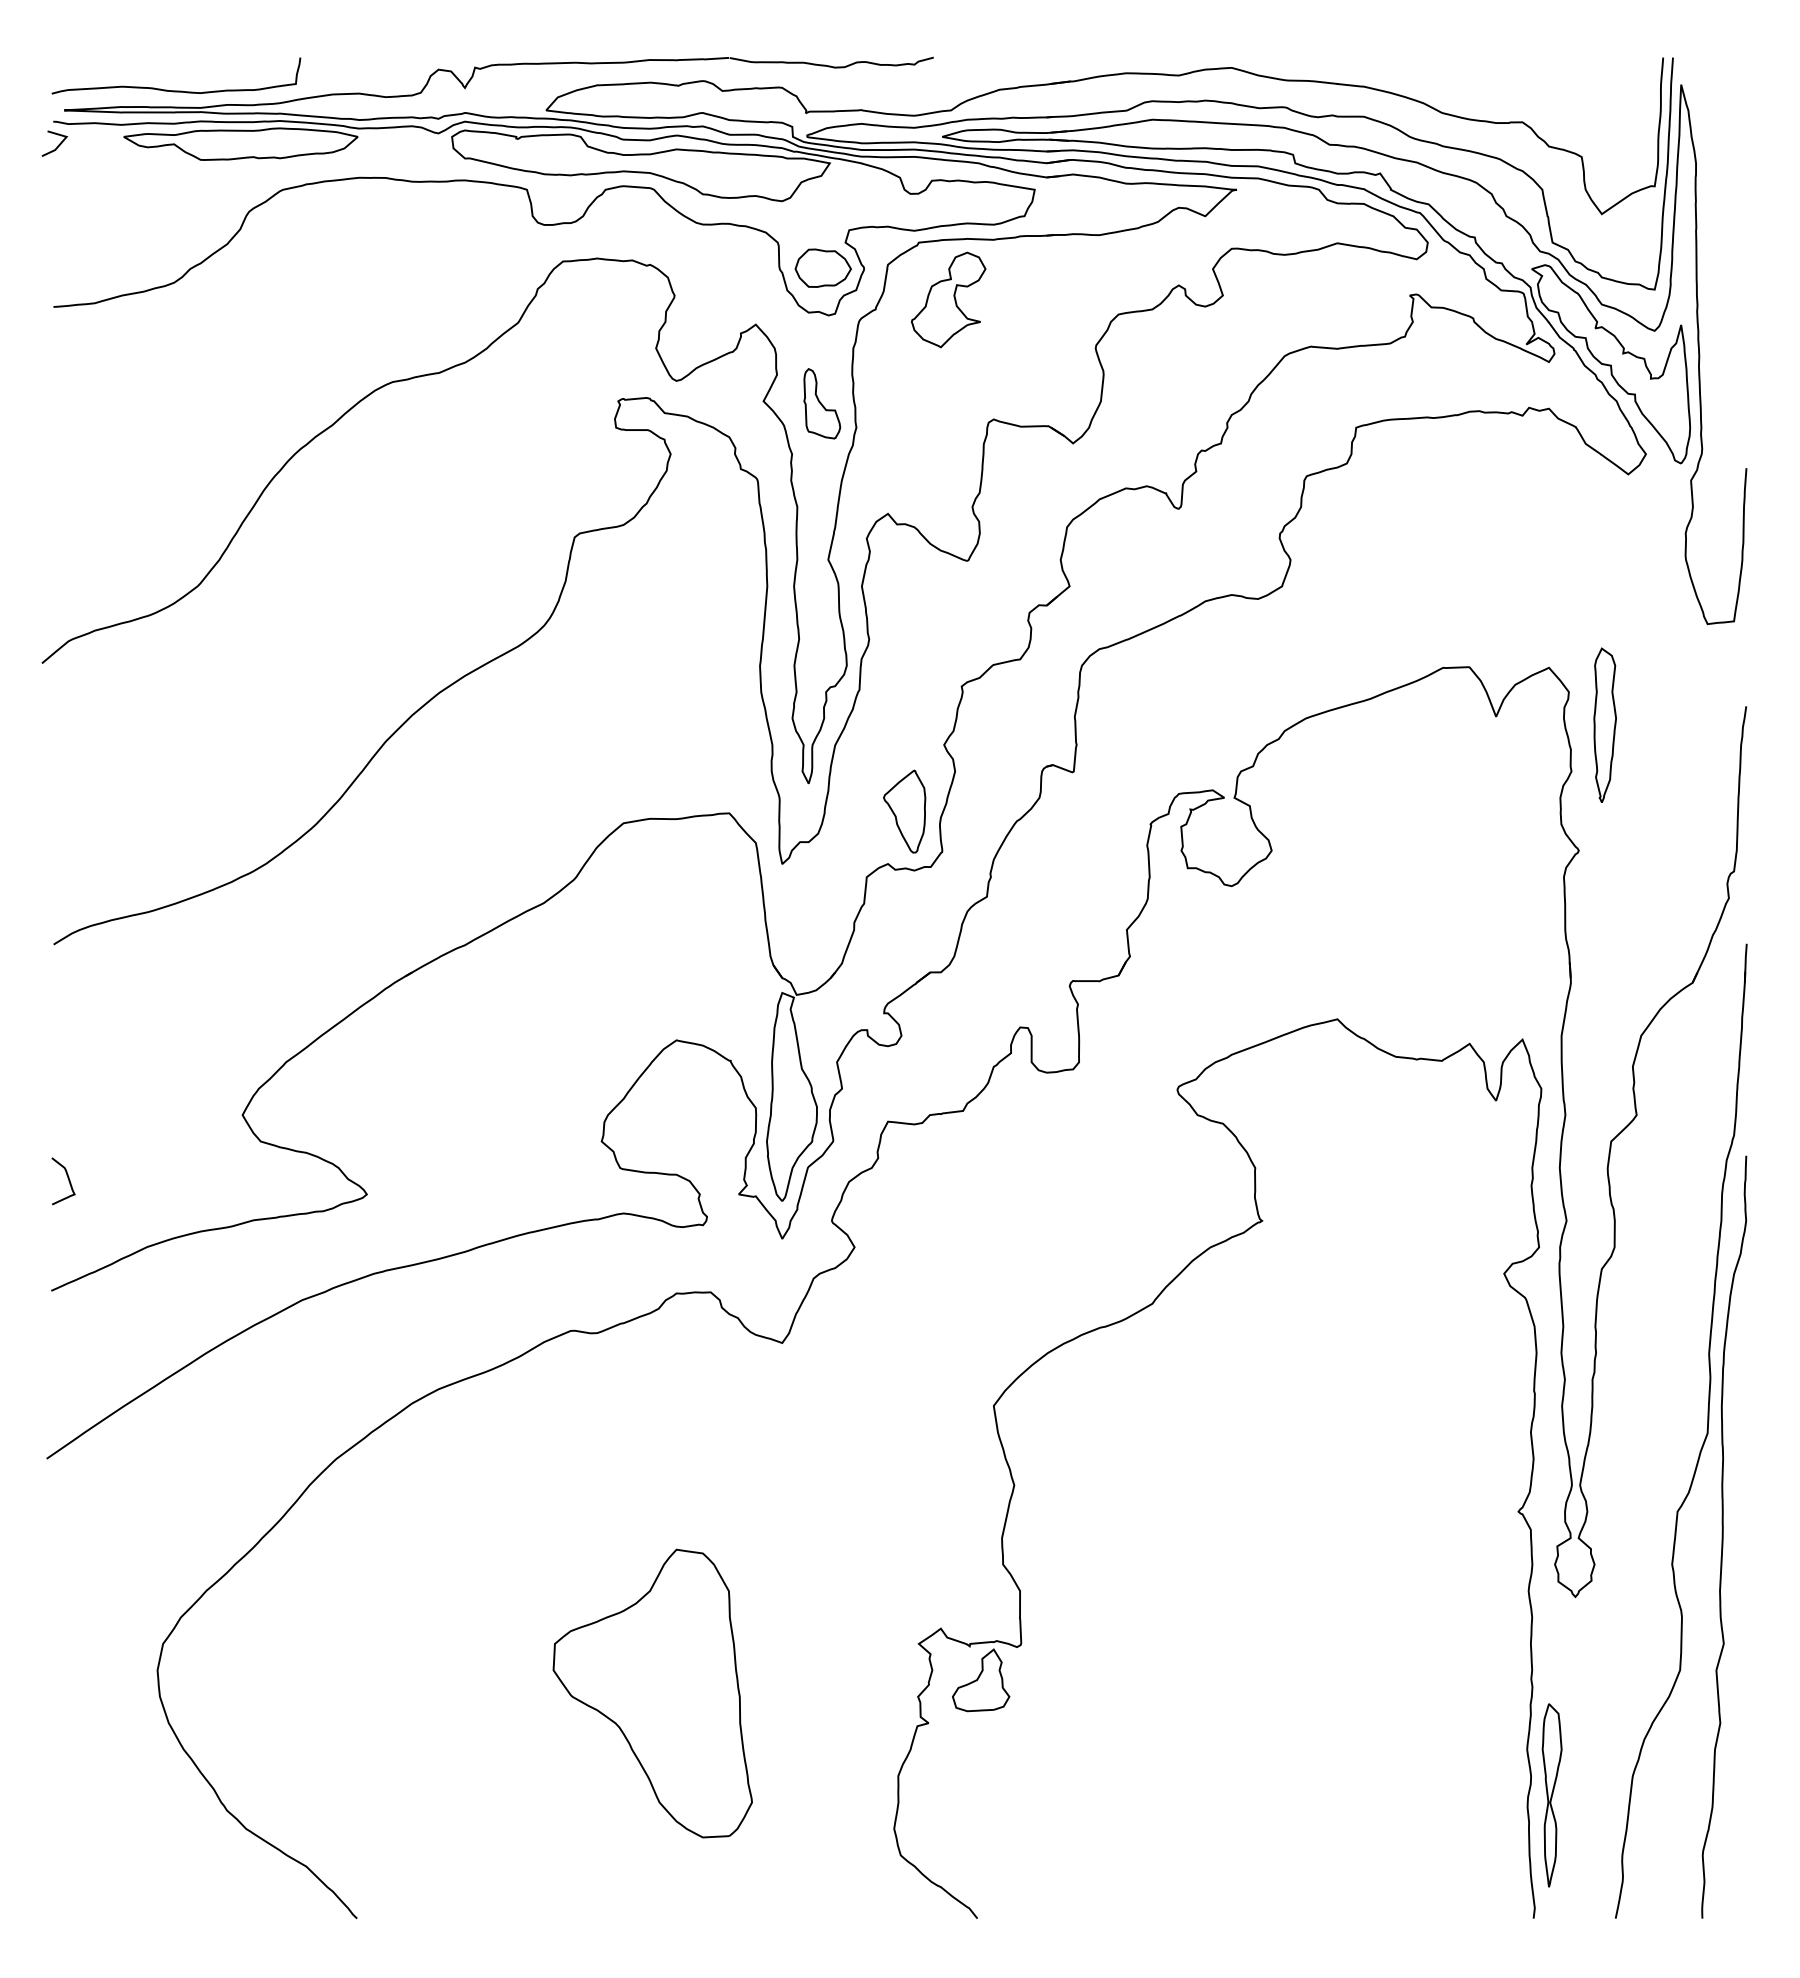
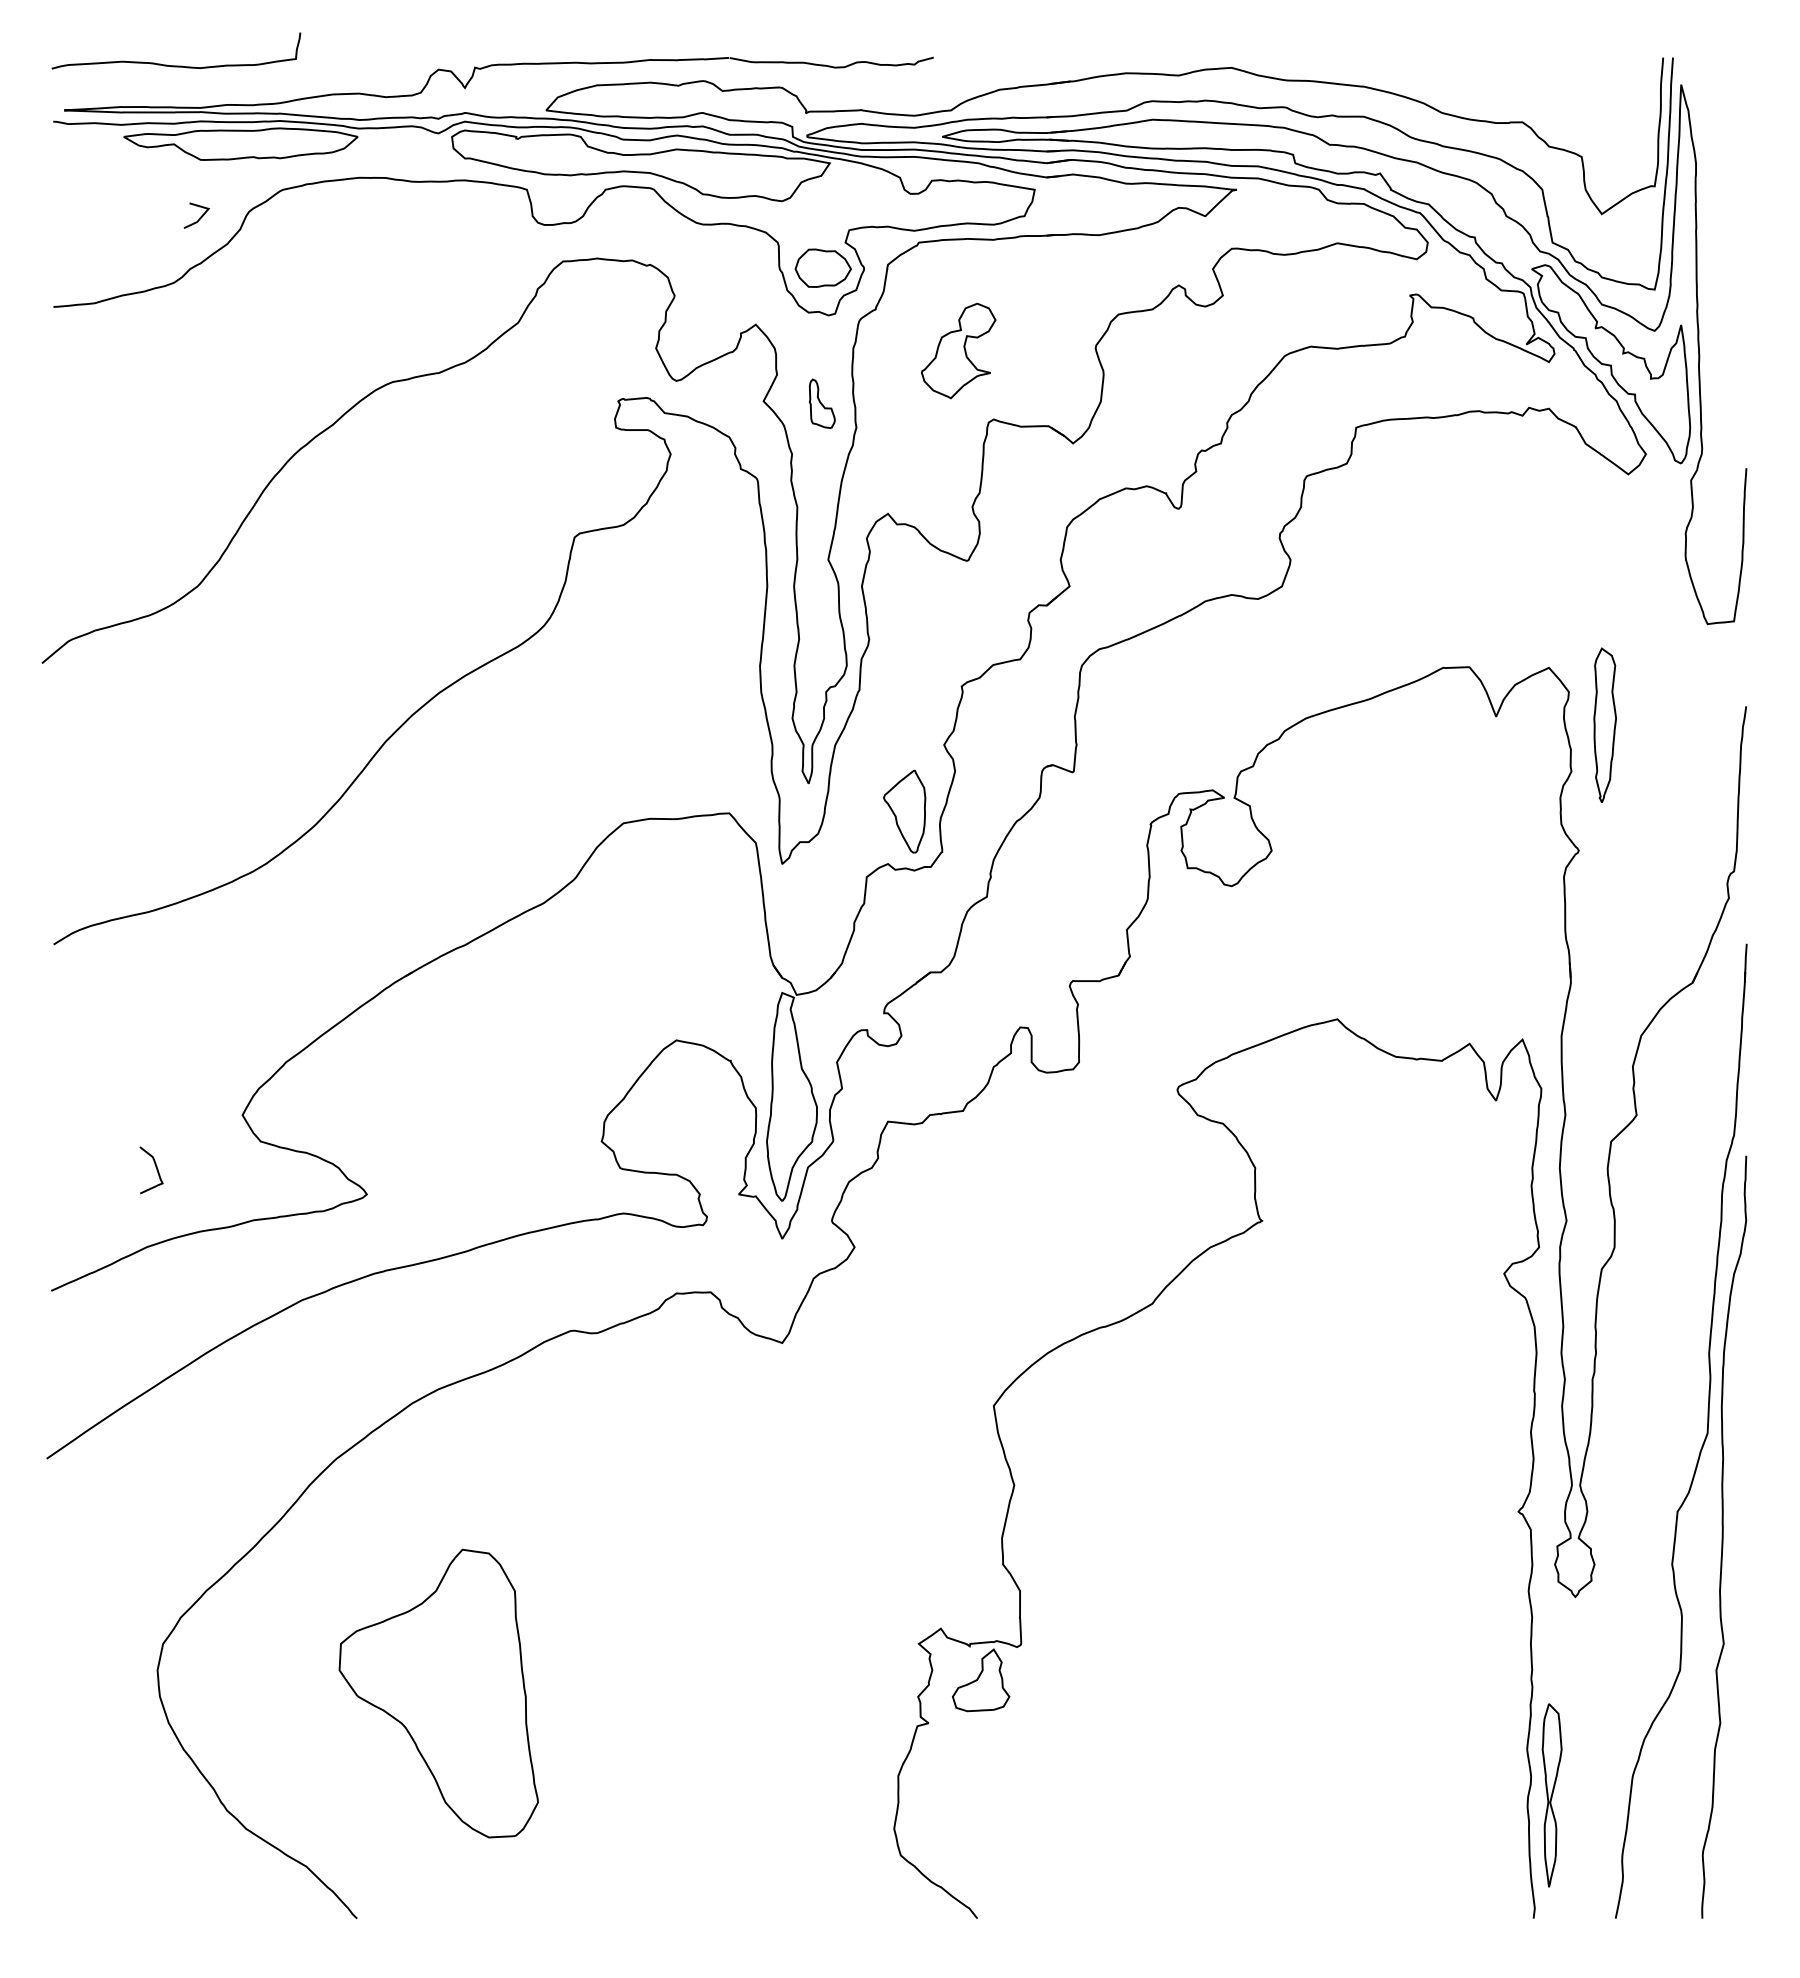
curve at (176, 90) position: (176, 90) -> (176, 65)
line at (57, 145) position: (57, 145) -> (199, 217)
part at (948, 299) position: (948, 299) -> (958, 350)
part at (822, 403) size: 39x72 px -> 27x51 px
curve at (67, 1178) position: (67, 1178) -> (155, 1167)
part at (652, 1693) position: (652, 1693) -> (438, 1693)
